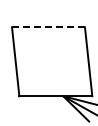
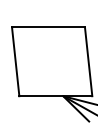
line at (48, 27): dashed -> solid
